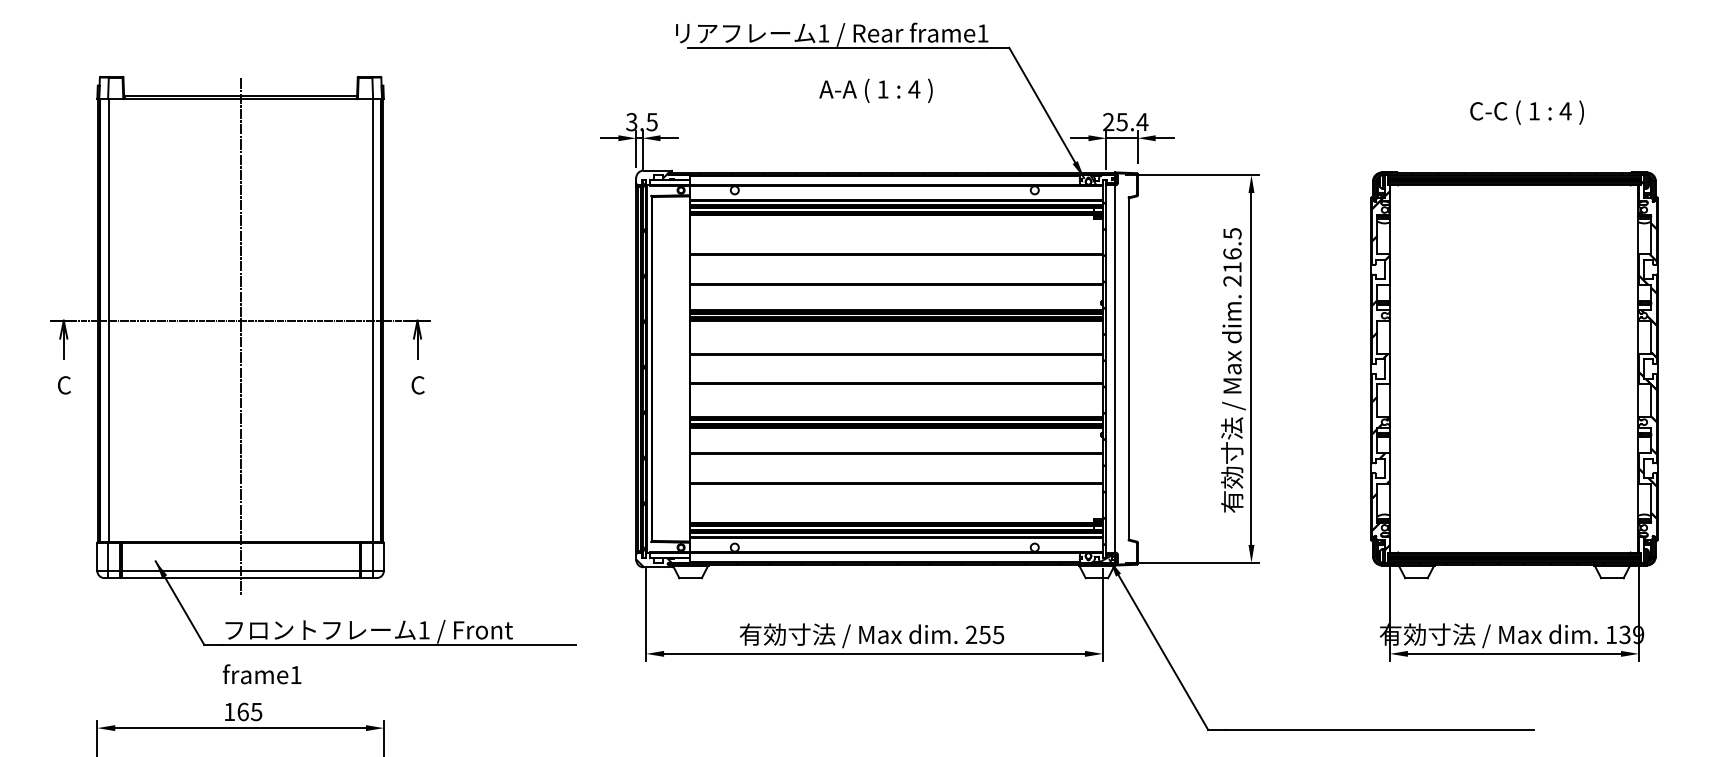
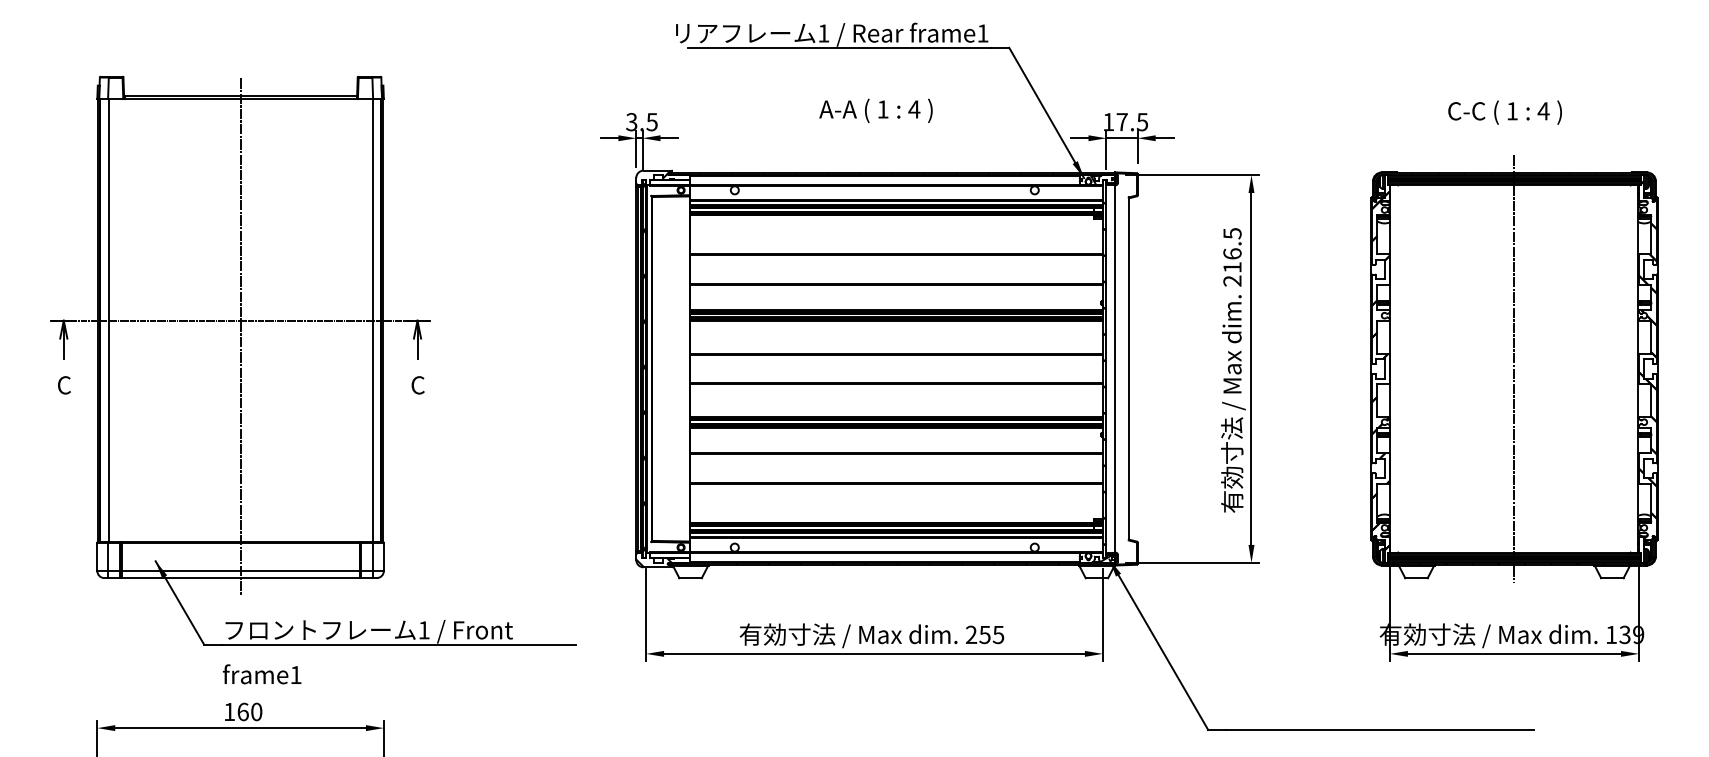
text at (875, 90) position: (875, 90) -> (875, 110)
text at (1526, 112) position: (1526, 112) -> (1504, 112)
text at (1125, 121): 25.4 -> 17.5
line at (1514, 368): none -> present
text at (256, 711): 165 -> 160
